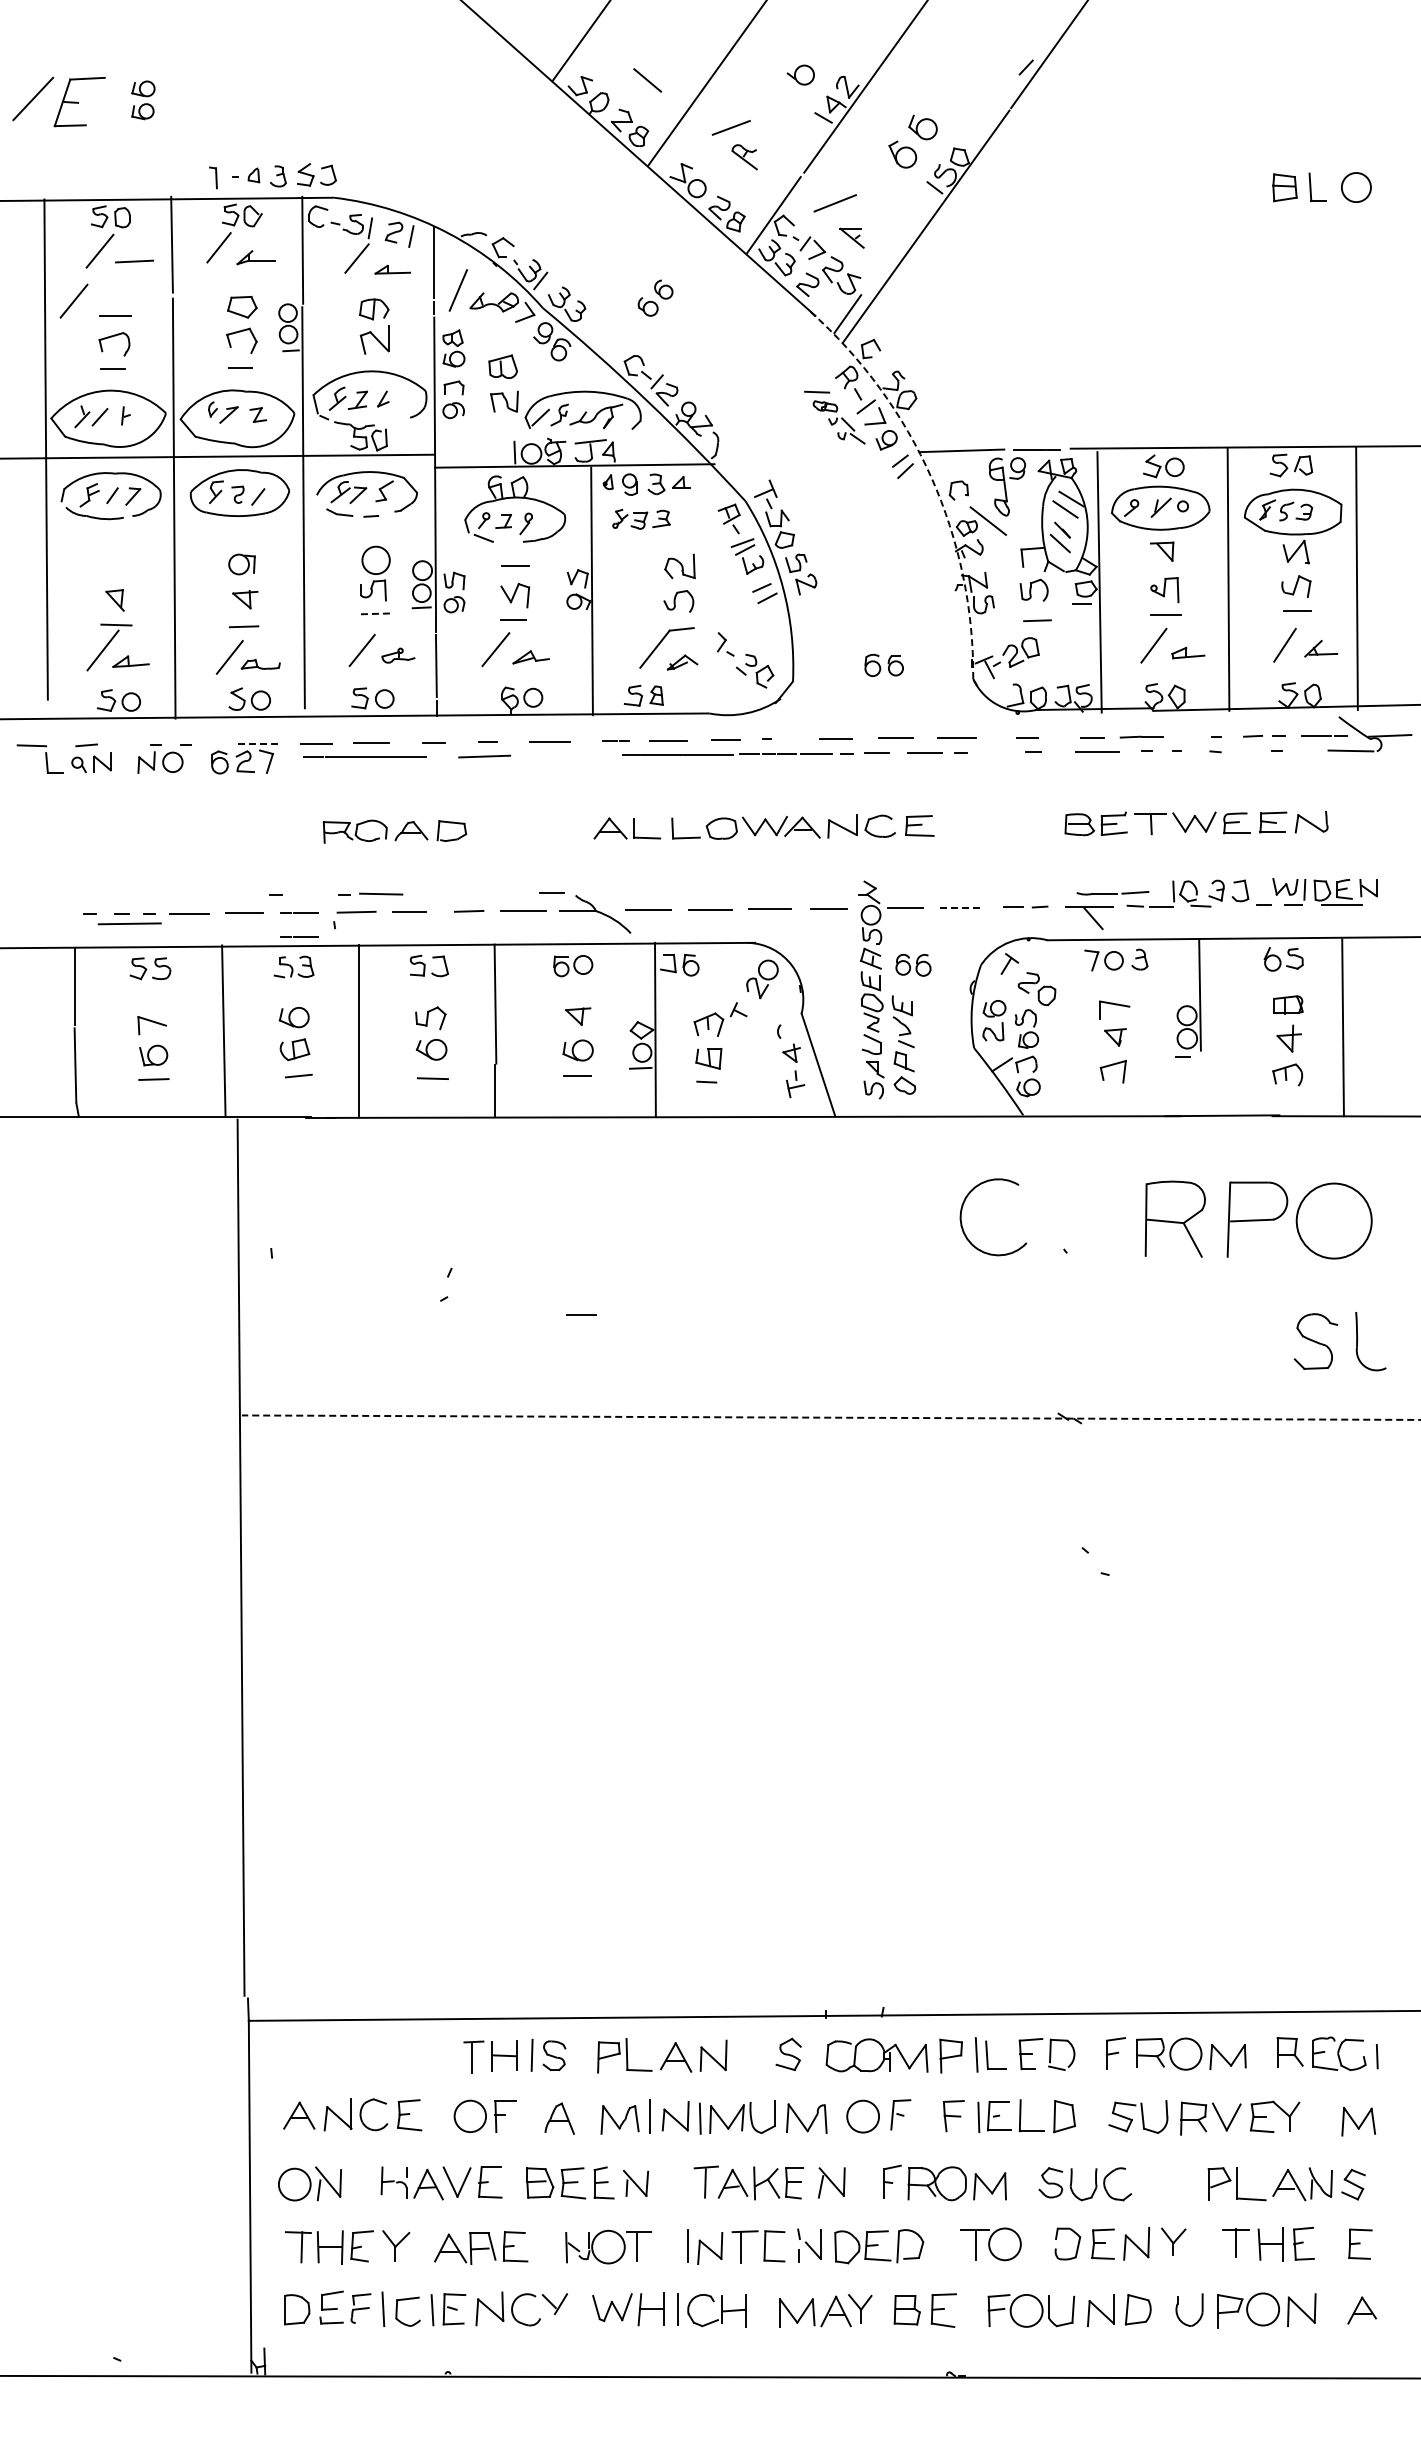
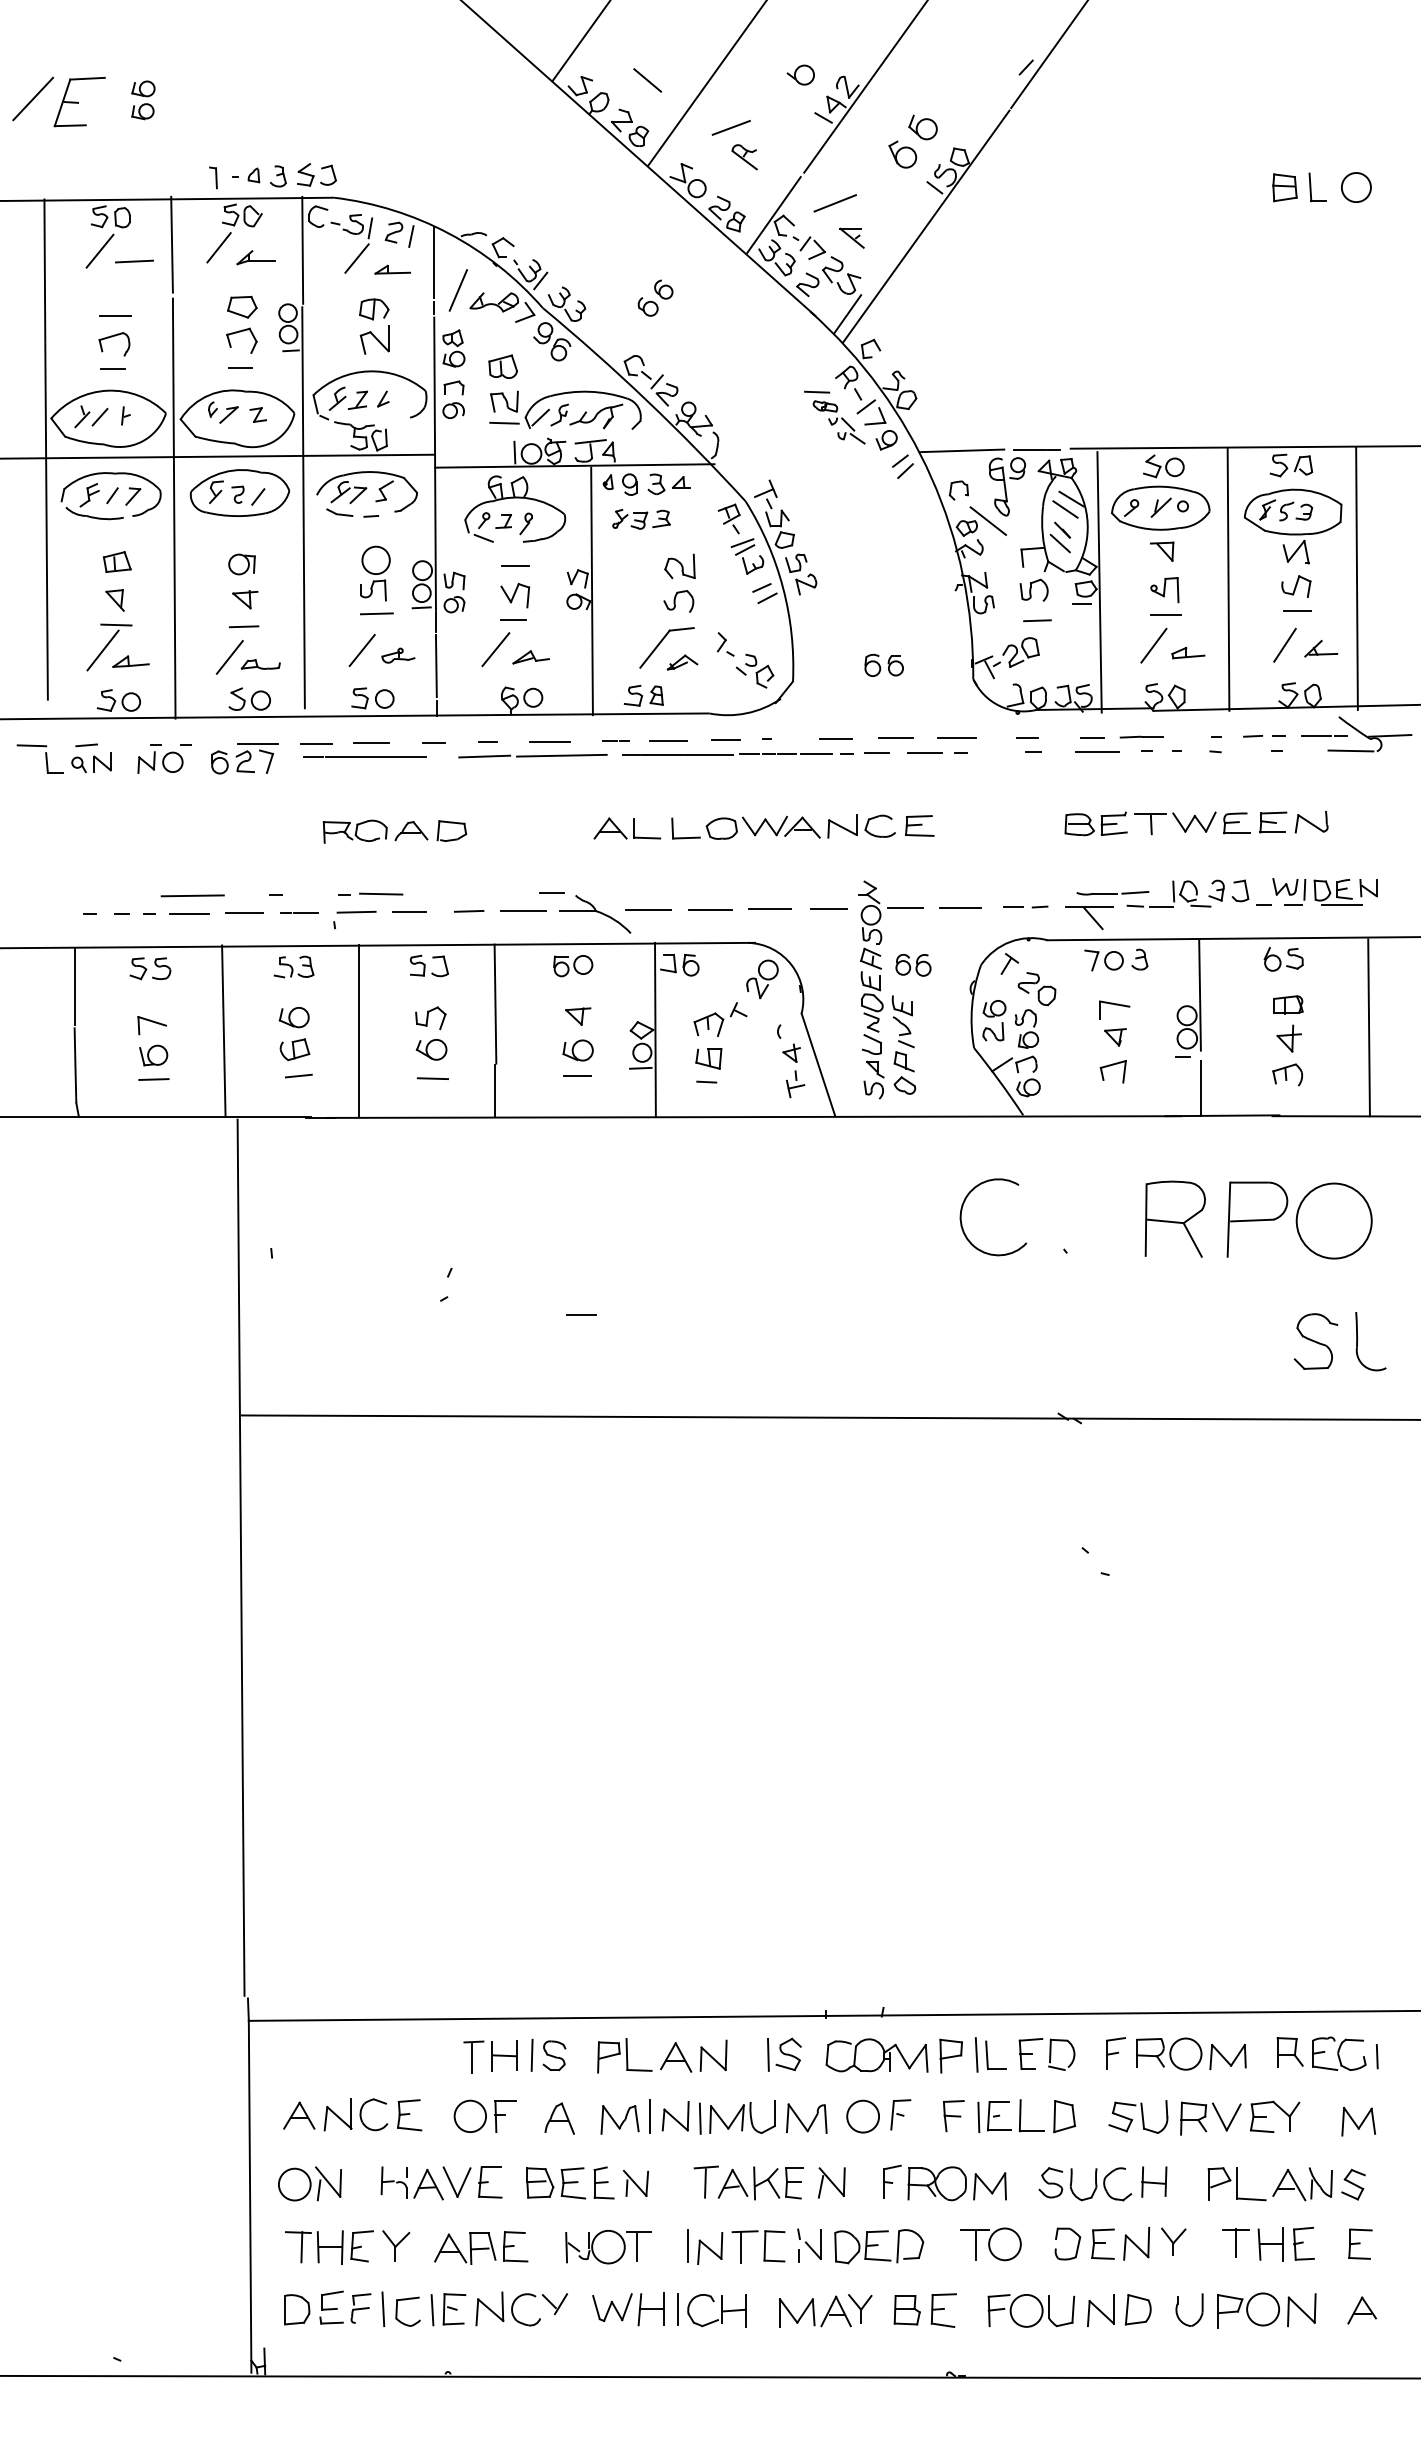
line at (73, 300): present -> none
line at (504, 422): none -> present
arc at (931, 477): dashed -> solid
part at (117, 561): none -> present
line at (376, 613): dashed -> solid
line at (258, 743): dashed -> solid
line at (561, 755): none -> present
line at (960, 908): dashed -> solid
line at (129, 923) position: (129, 923) -> (192, 895)
line at (299, 936): present -> none
line at (1342, 1027) position: (1342, 1027) -> (1368, 1027)
line at (1200, 1088): none -> present
line at (830, 1417): dashed -> solid
line at (767, 2054): none -> present
part at (1154, 2181): none -> present
